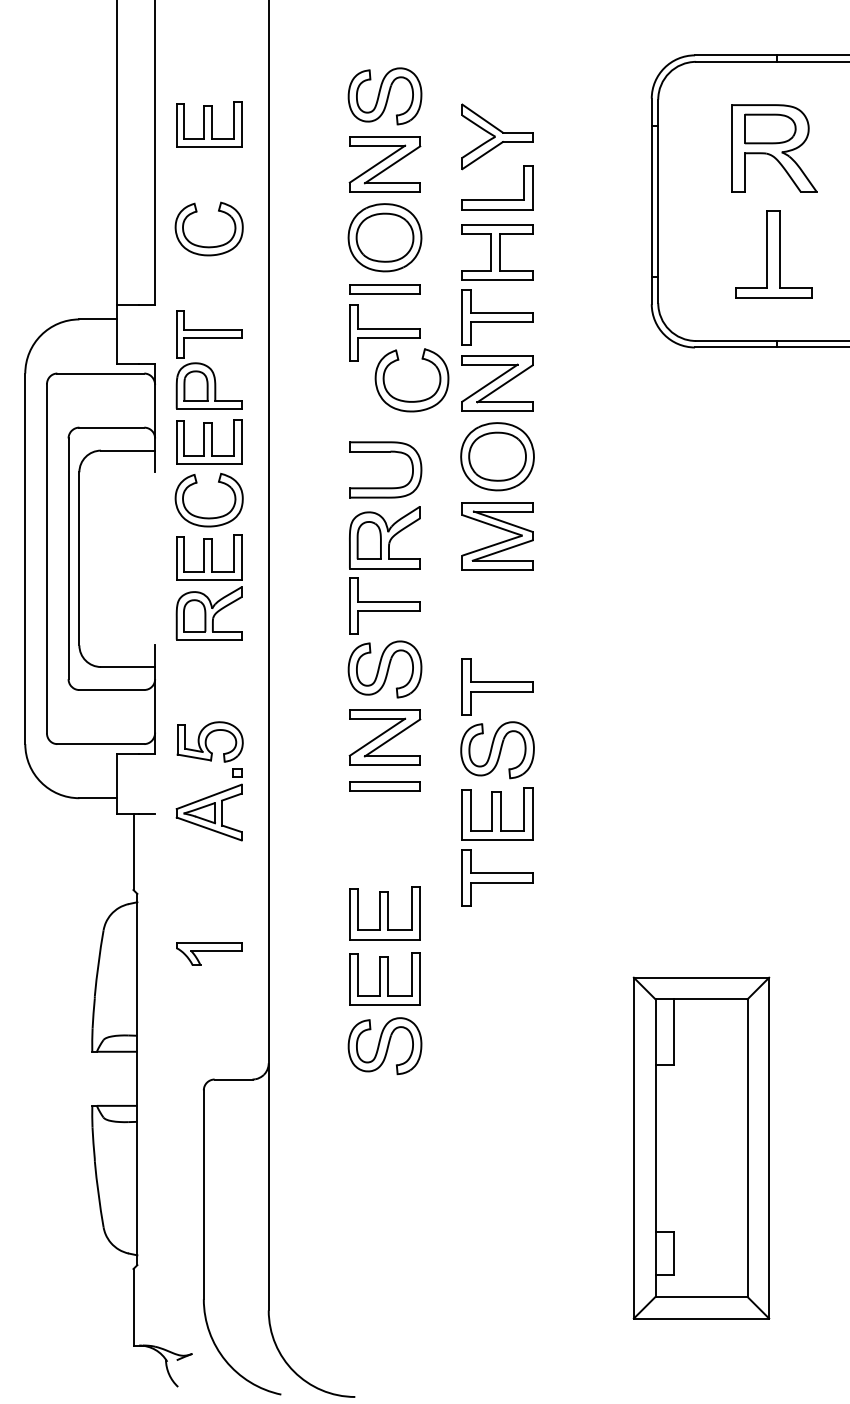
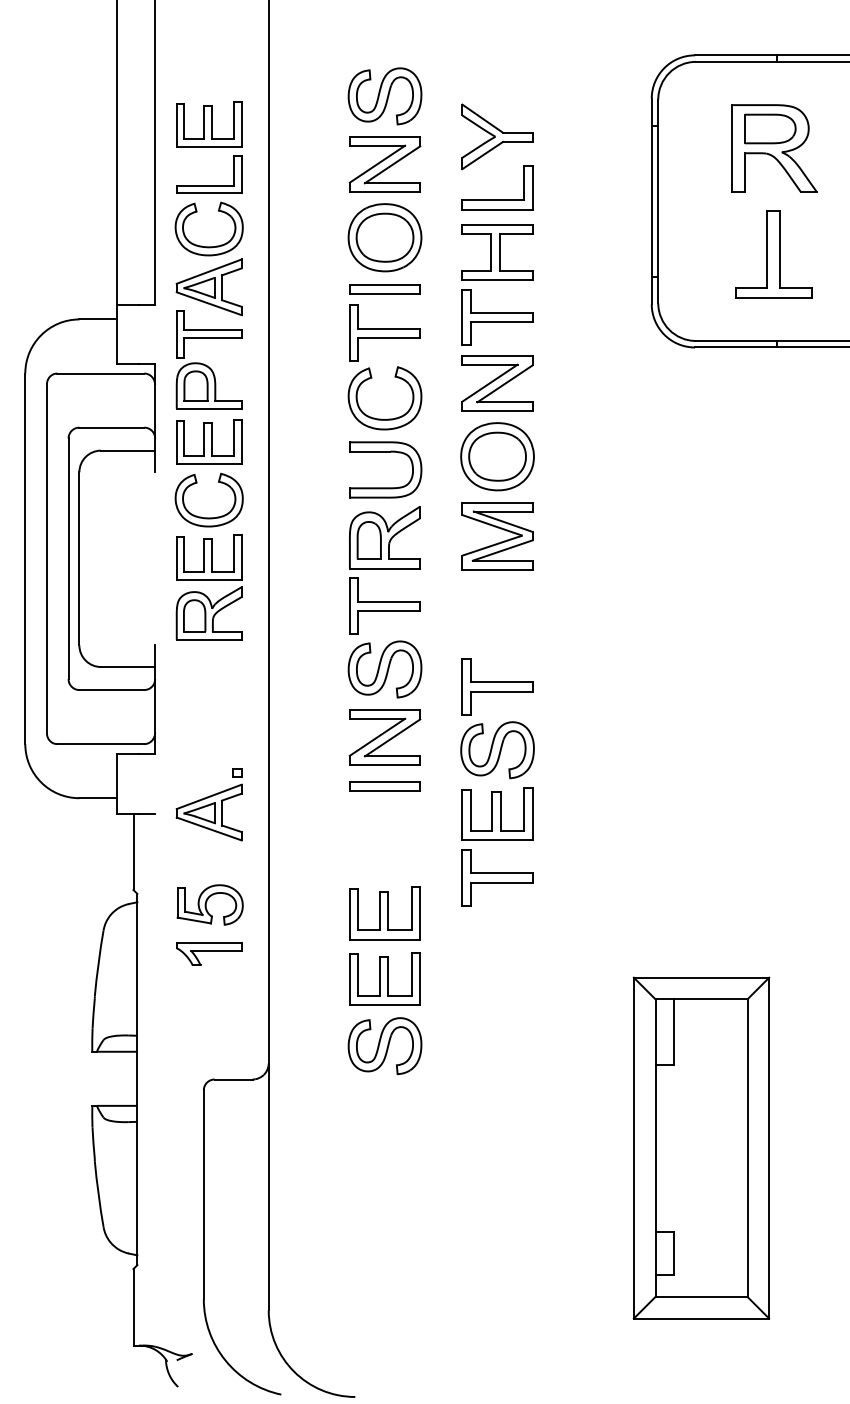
part at (209, 185): none -> present
part at (208, 287): none -> present
part at (408, 400) position: (408, 400) -> (381, 418)
part at (209, 741) position: (209, 741) -> (209, 904)
